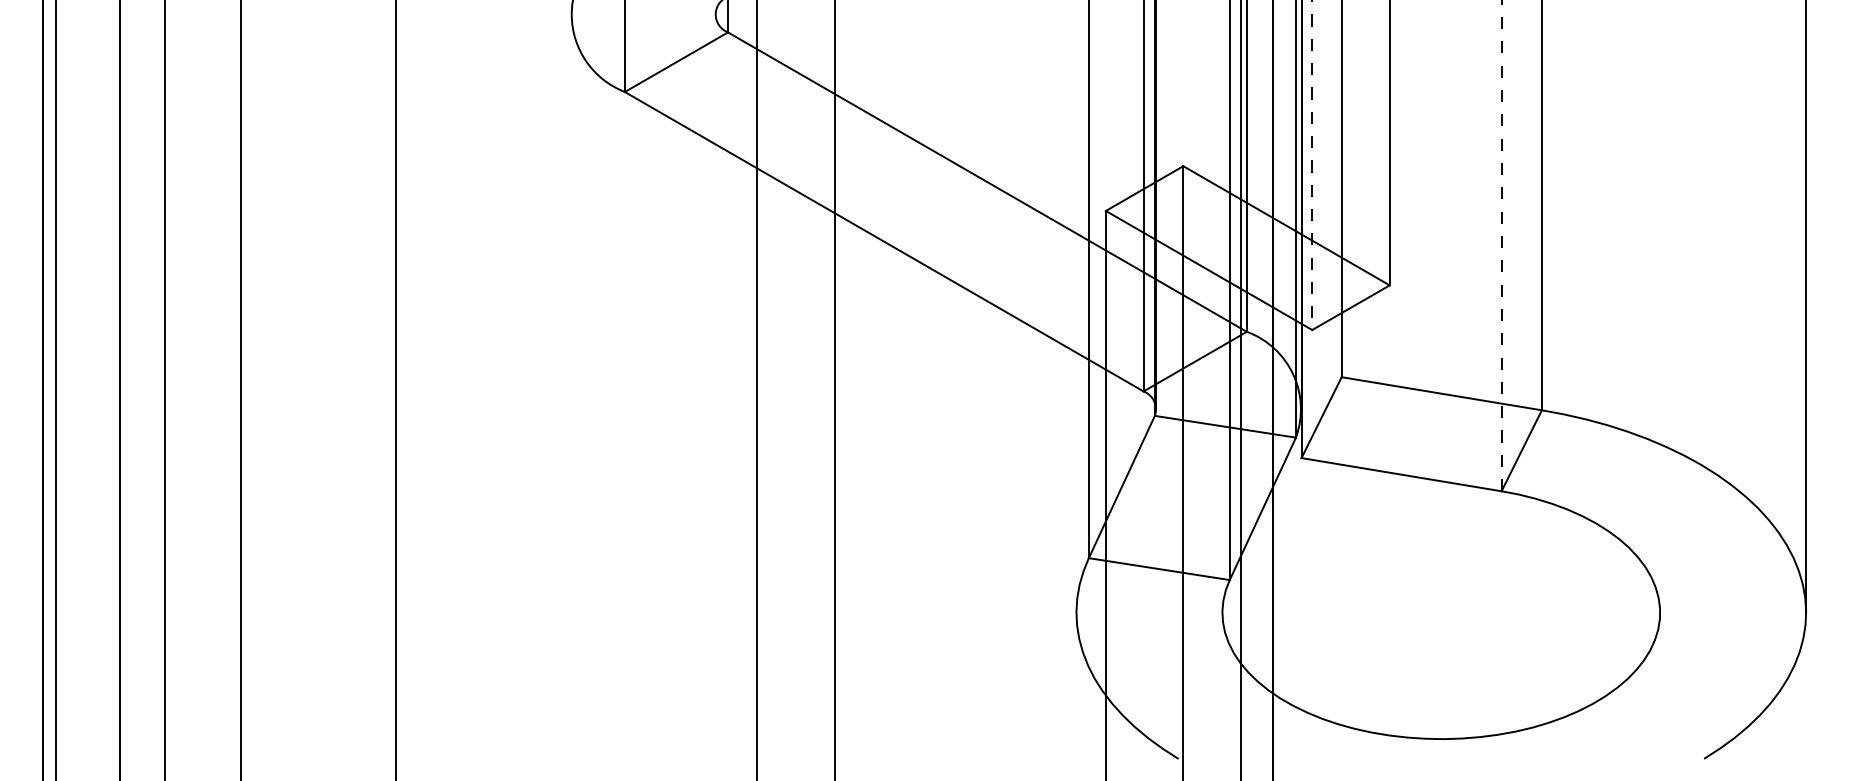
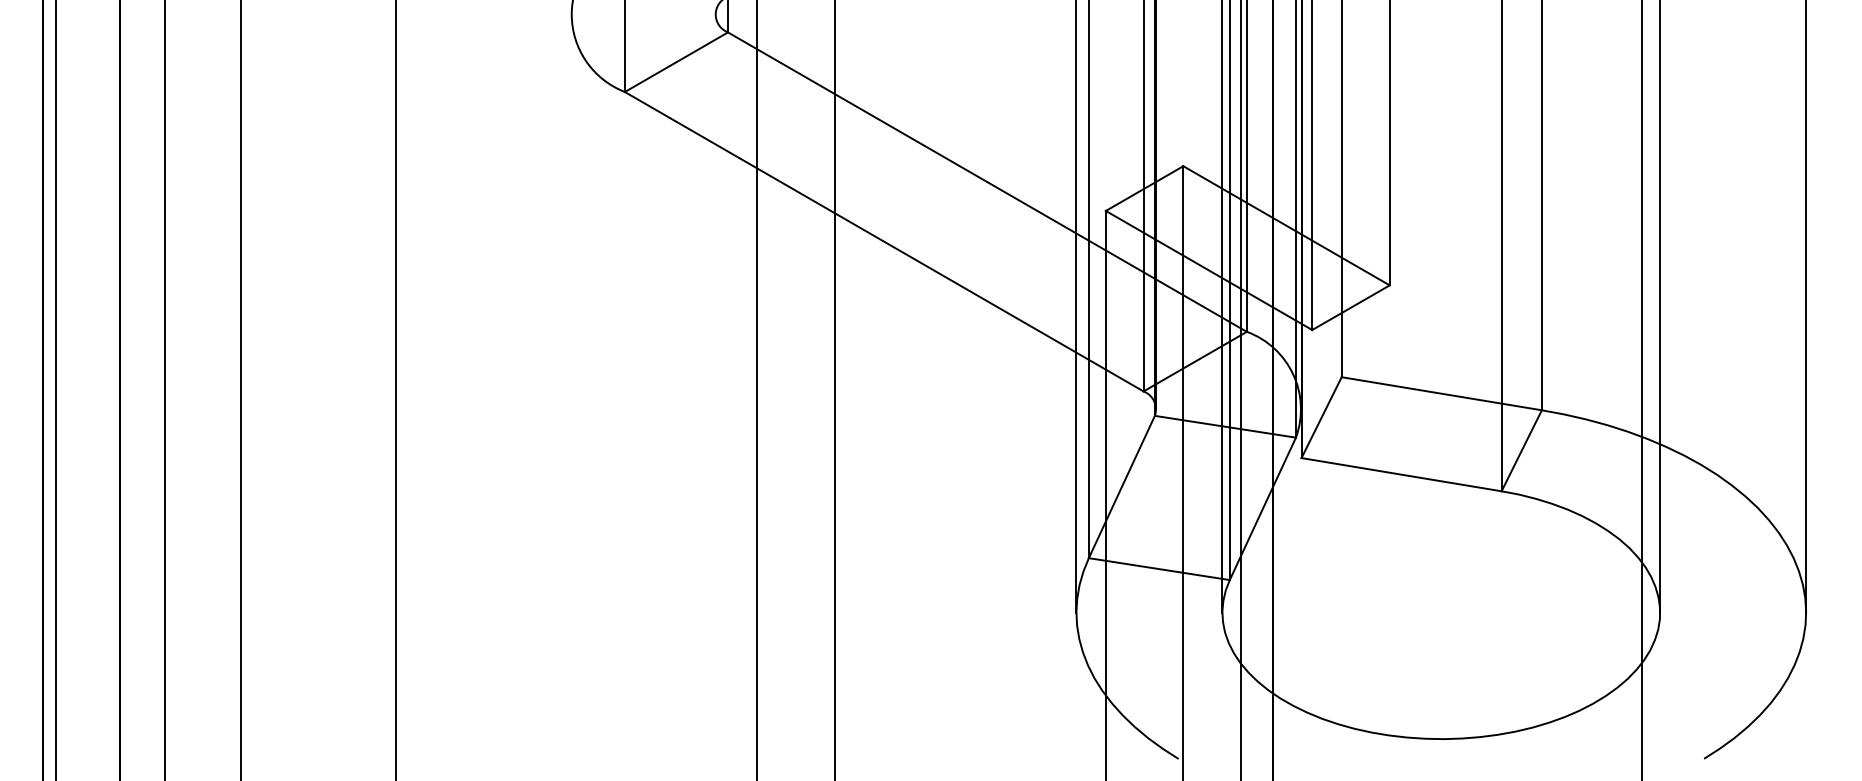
line at (1312, 165): dashed -> solid
line at (1501, 245): dashed -> solid
line at (1076, 307): none -> present
line at (1222, 307): none -> present
line at (1660, 307): none -> present
line at (1641, 389): none -> present
